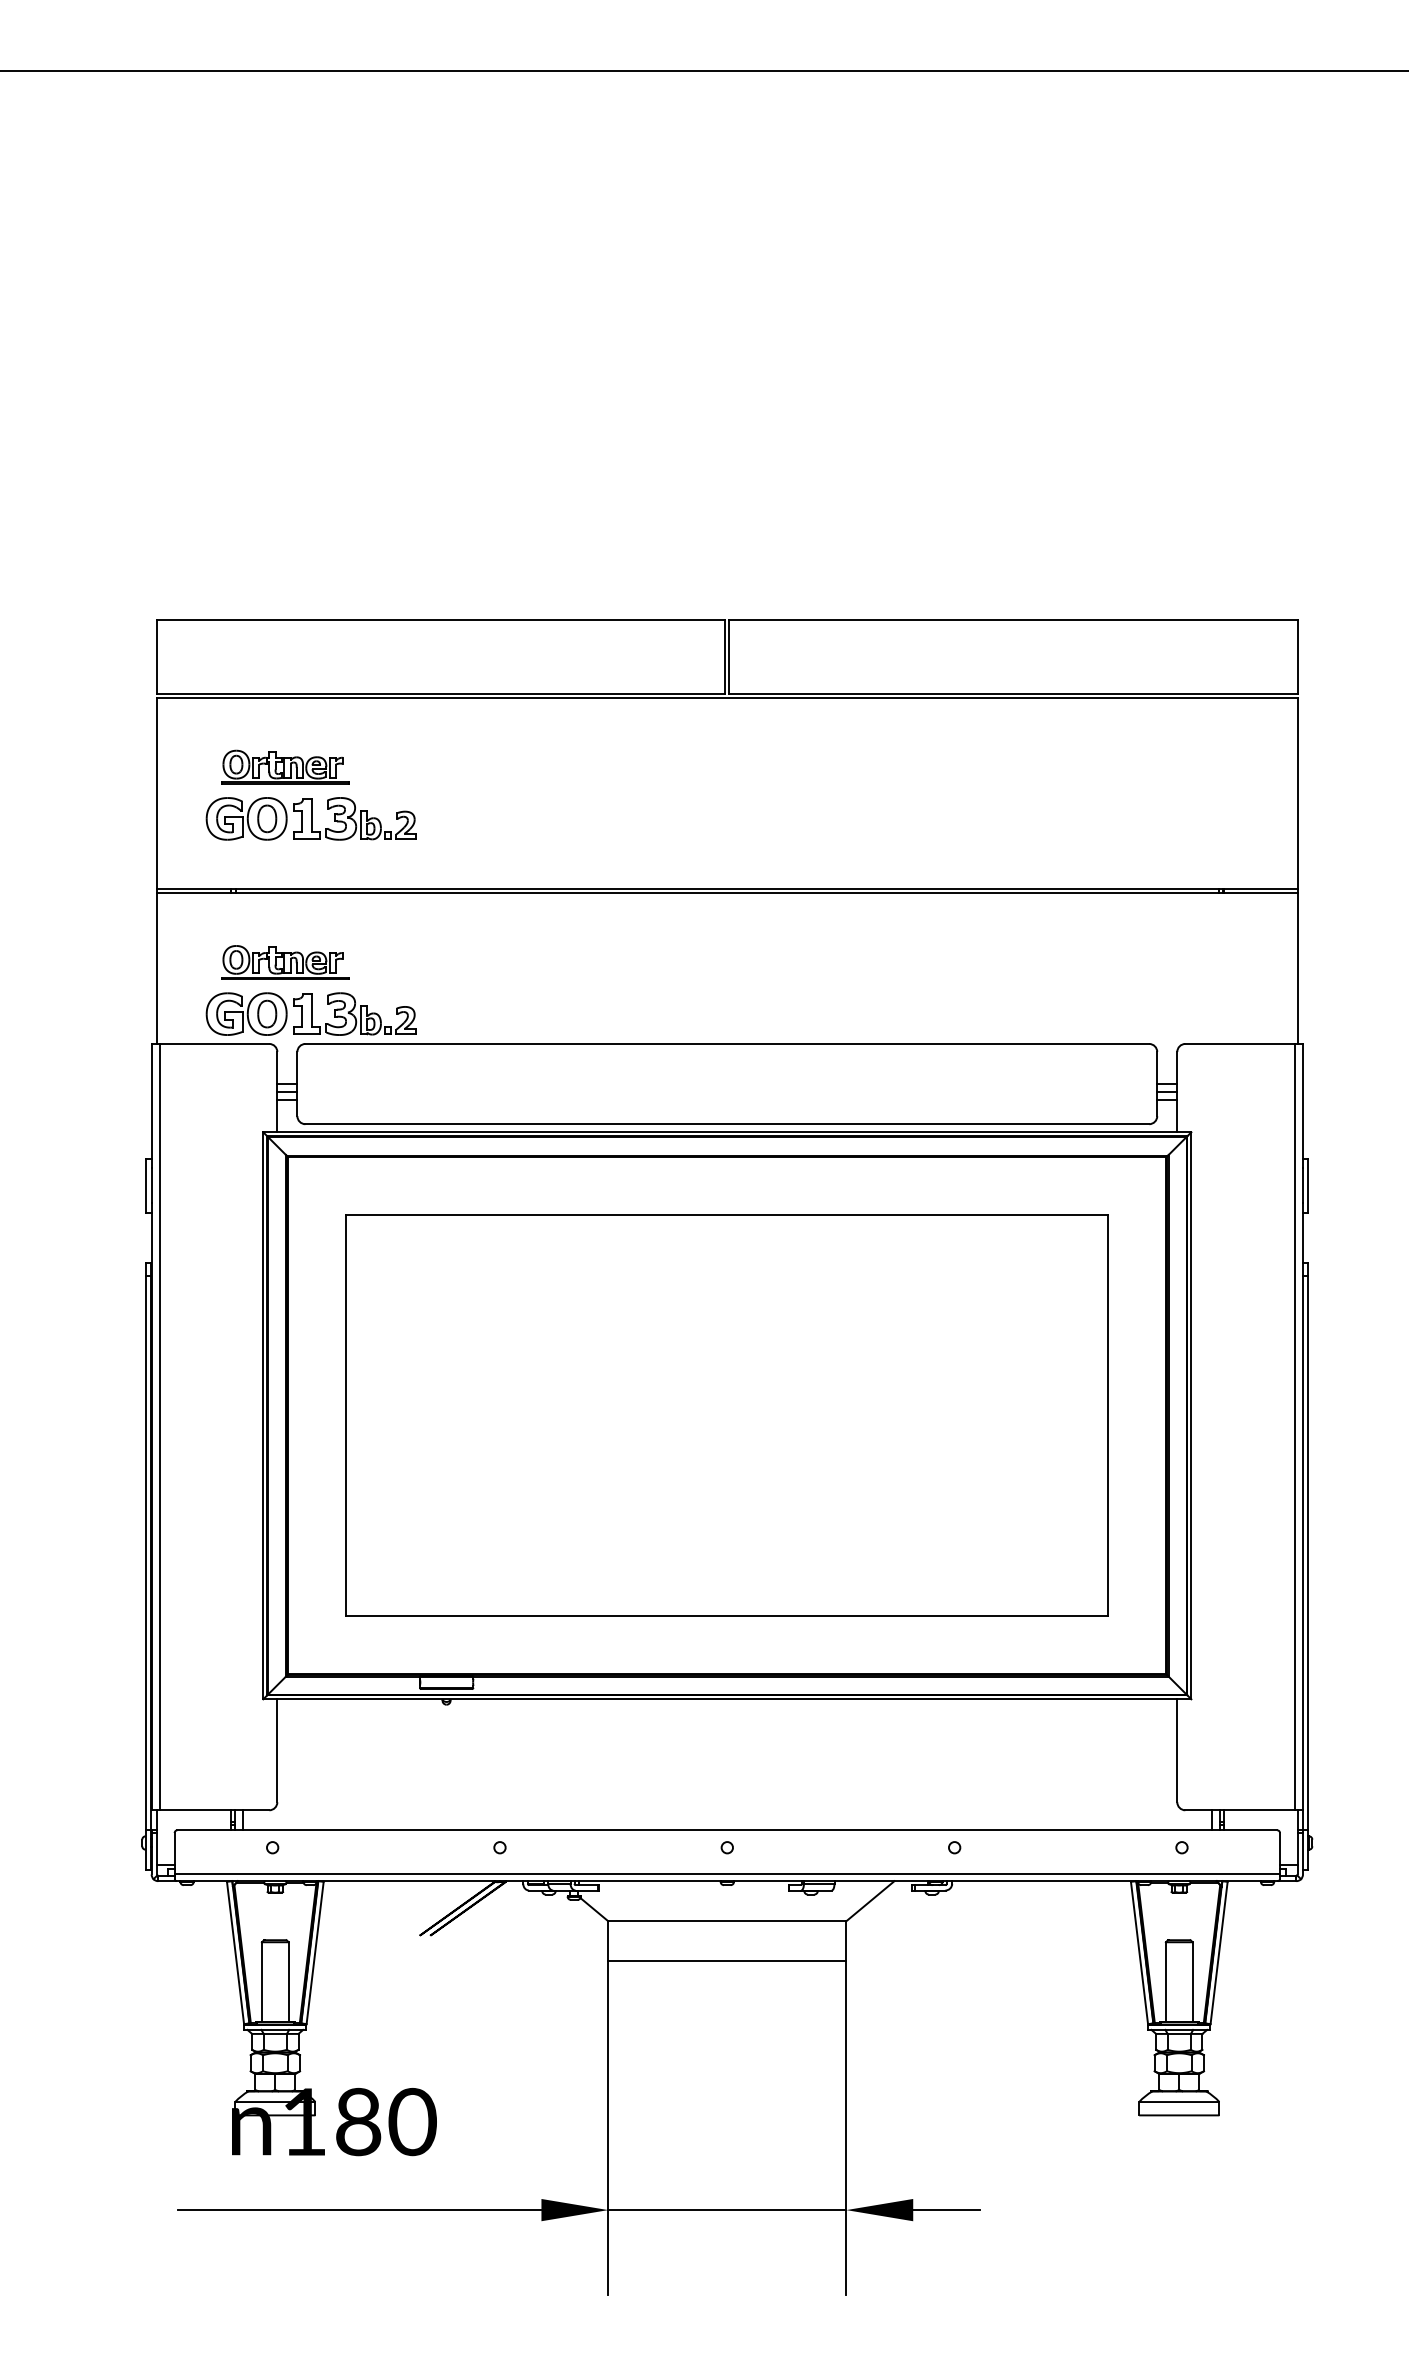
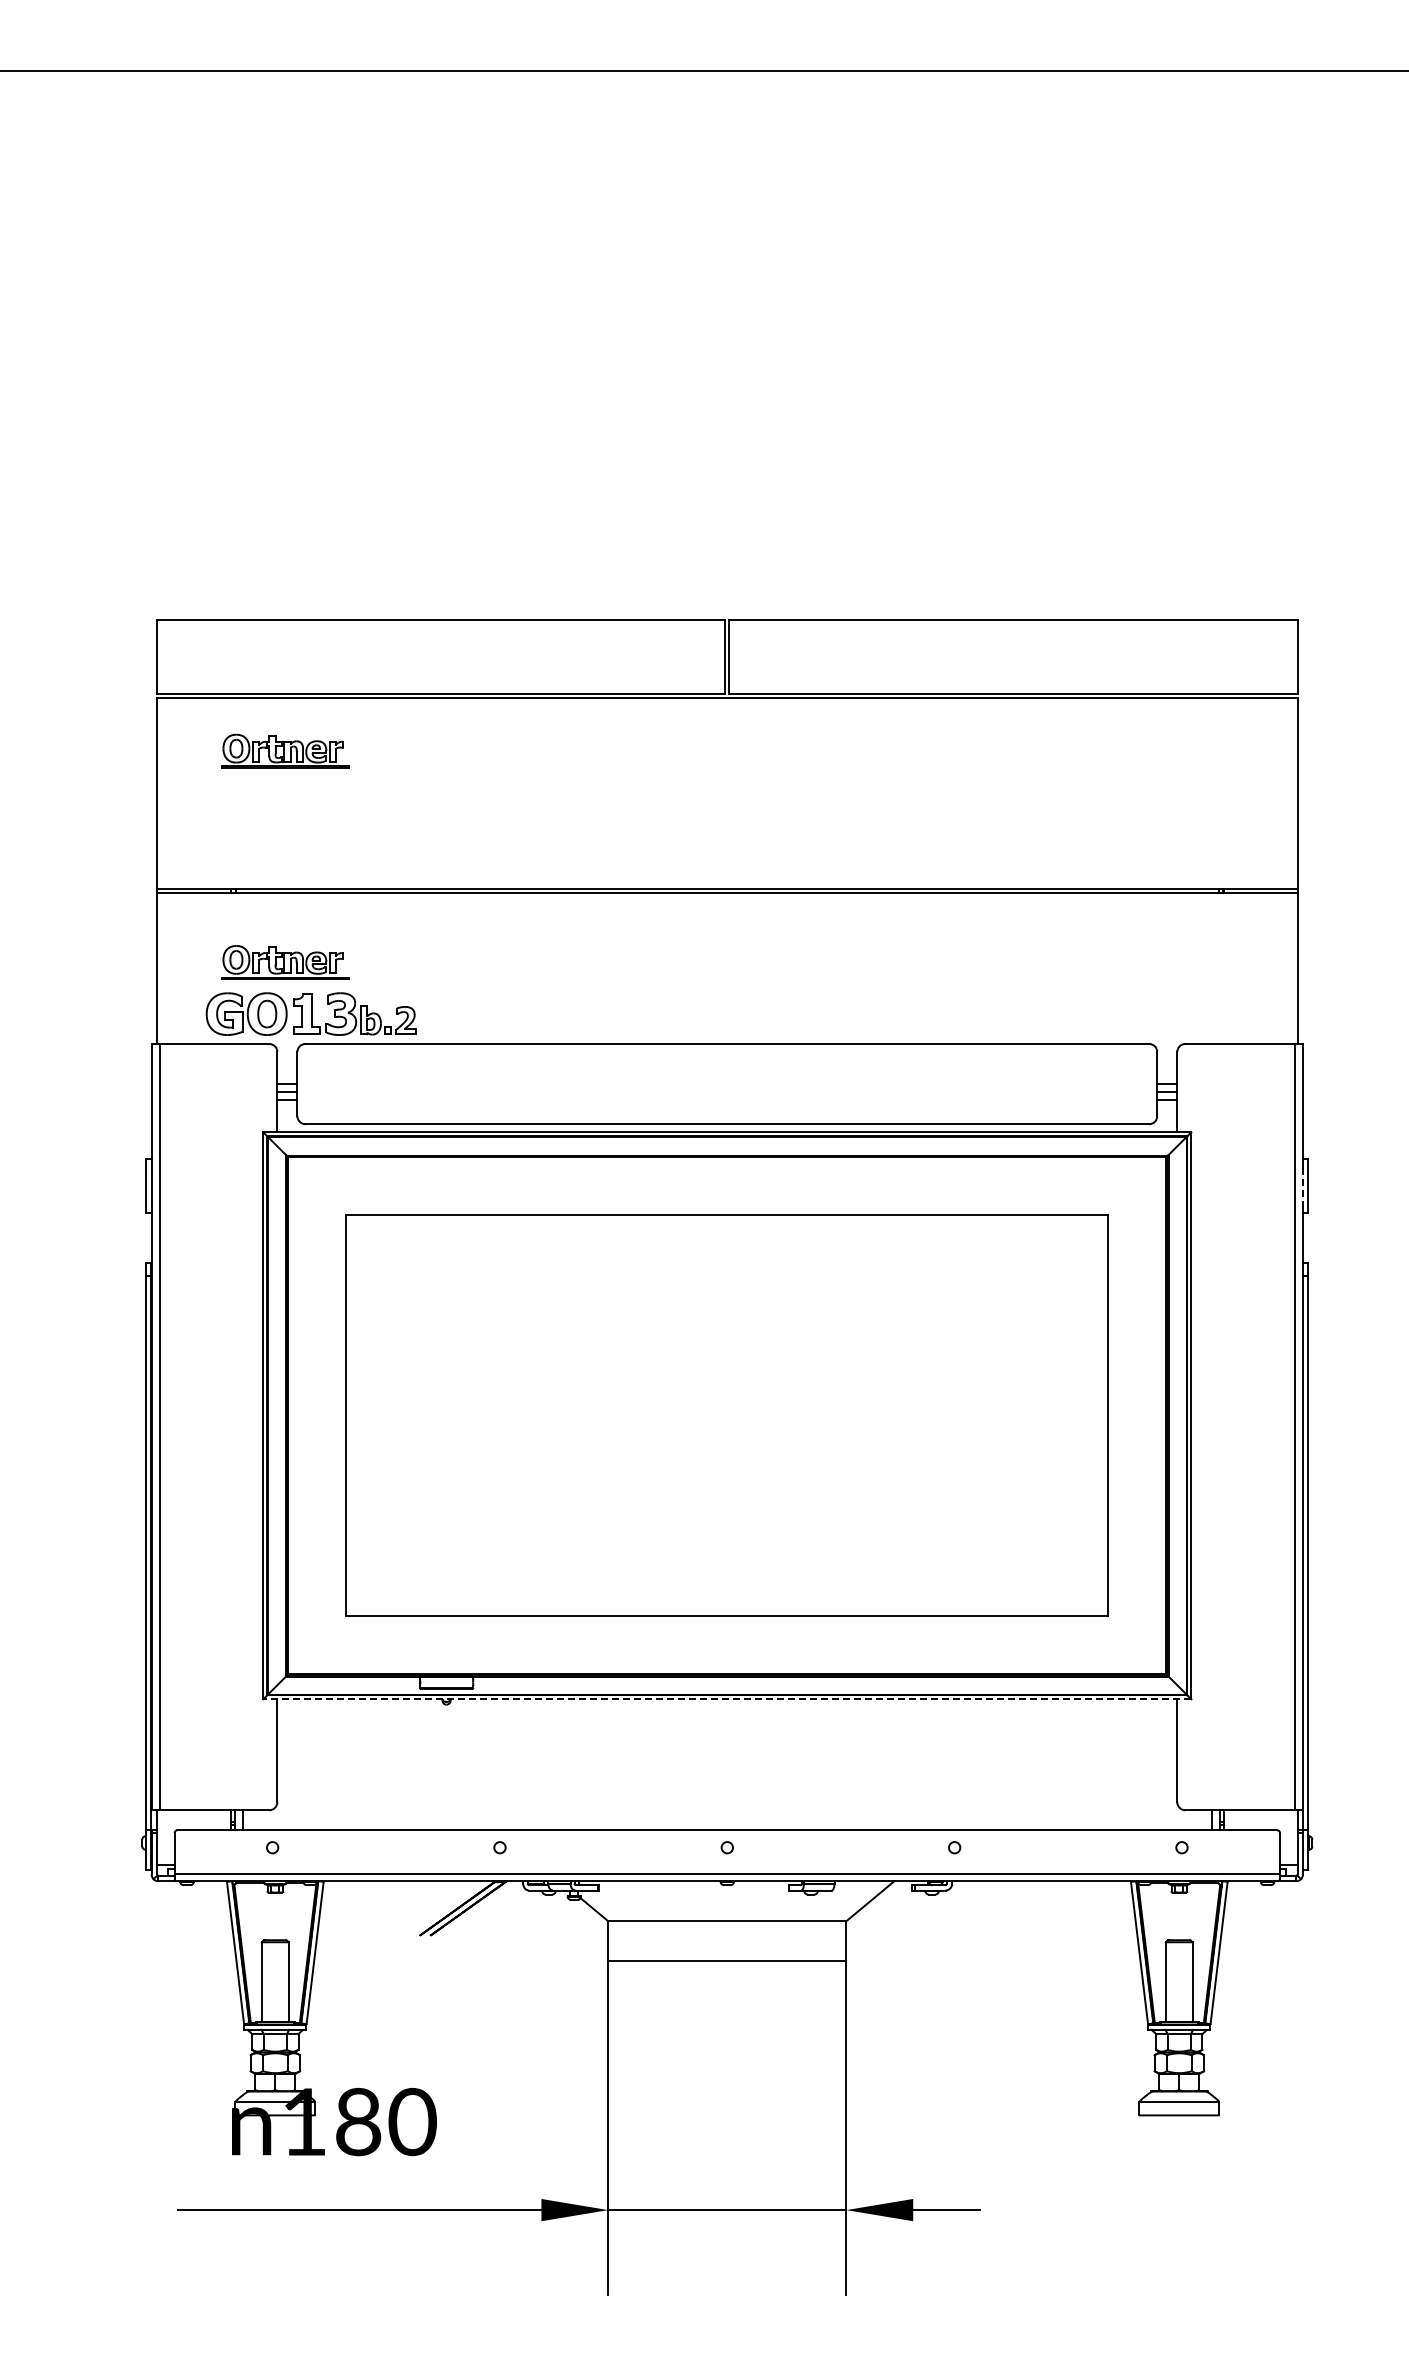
part at (285, 766) position: (285, 766) -> (285, 750)
part at (310, 818): present -> none
line at (1303, 1186): solid -> dashed
line at (726, 1699): solid -> dashed
